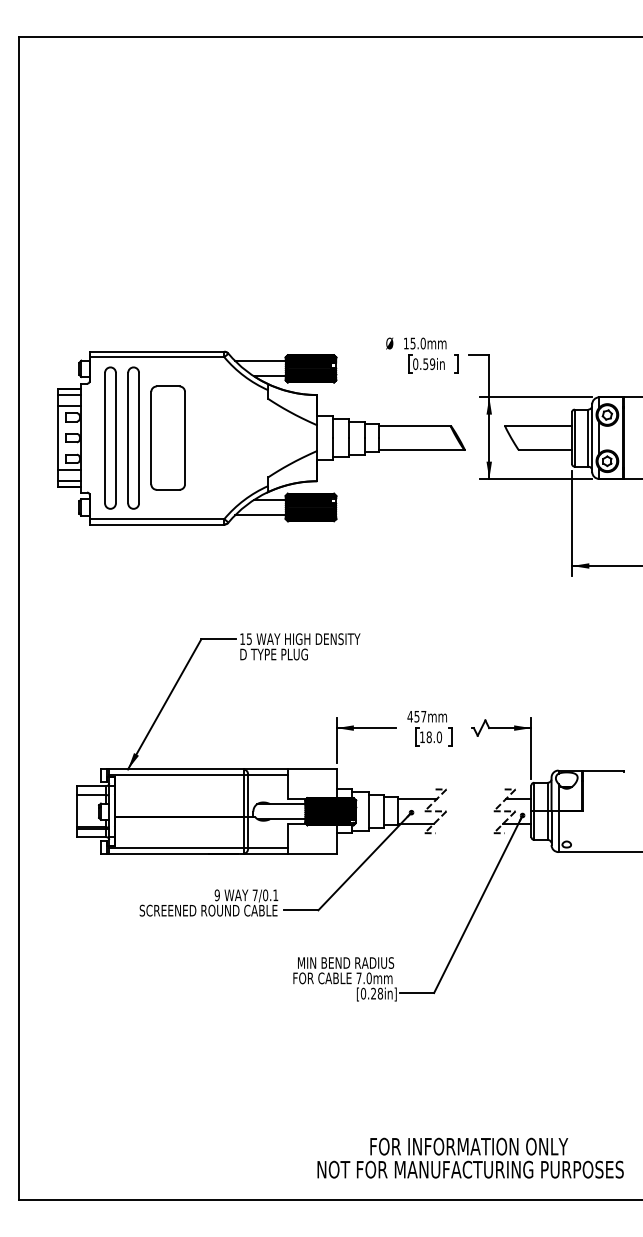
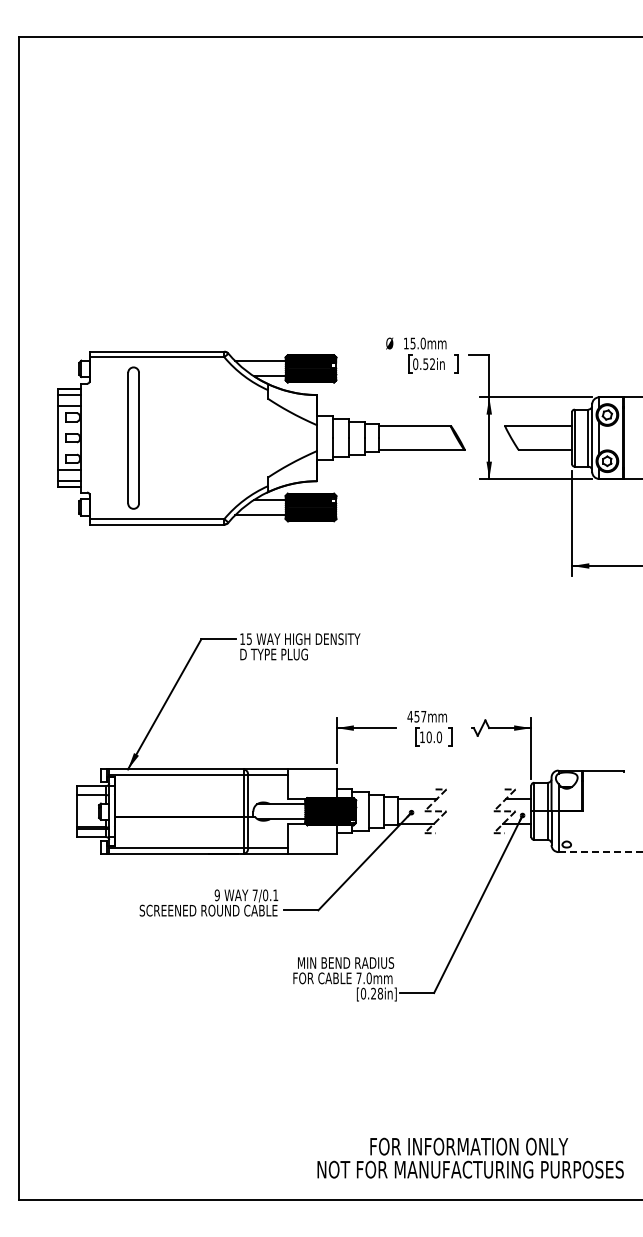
text at (432, 363): 0.59in -> 0.52in
part at (110, 437): present -> none
part at (167, 437): present -> none
text at (428, 736): 18.0 -> 10.0
line at (600, 852): solid -> dashed
